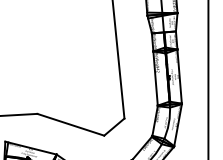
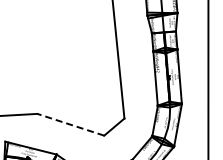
line at (70, 124): solid -> dashed
